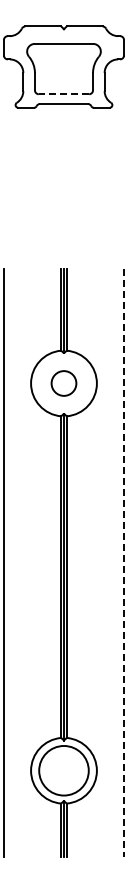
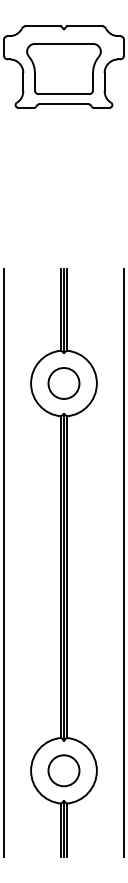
line at (63, 94): dashed -> solid
circle at (63, 383) size: 28x27 px -> 34x33 px
line at (124, 562): dashed -> solid
circle at (63, 770) diameter: 50 px -> 31 px
